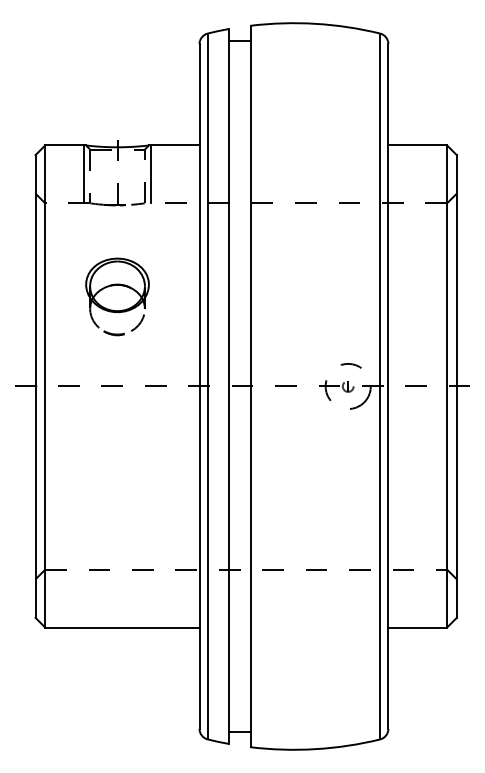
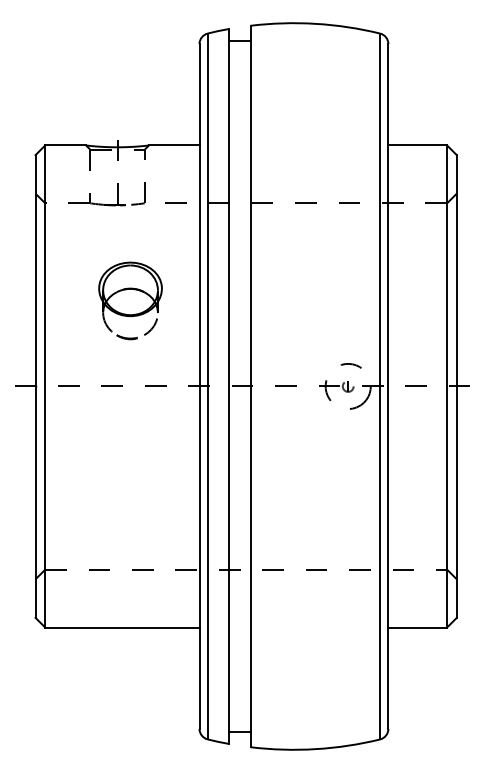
line at (83, 174): present -> none
line at (151, 174): present -> none
part at (117, 296) position: (117, 296) -> (130, 300)
